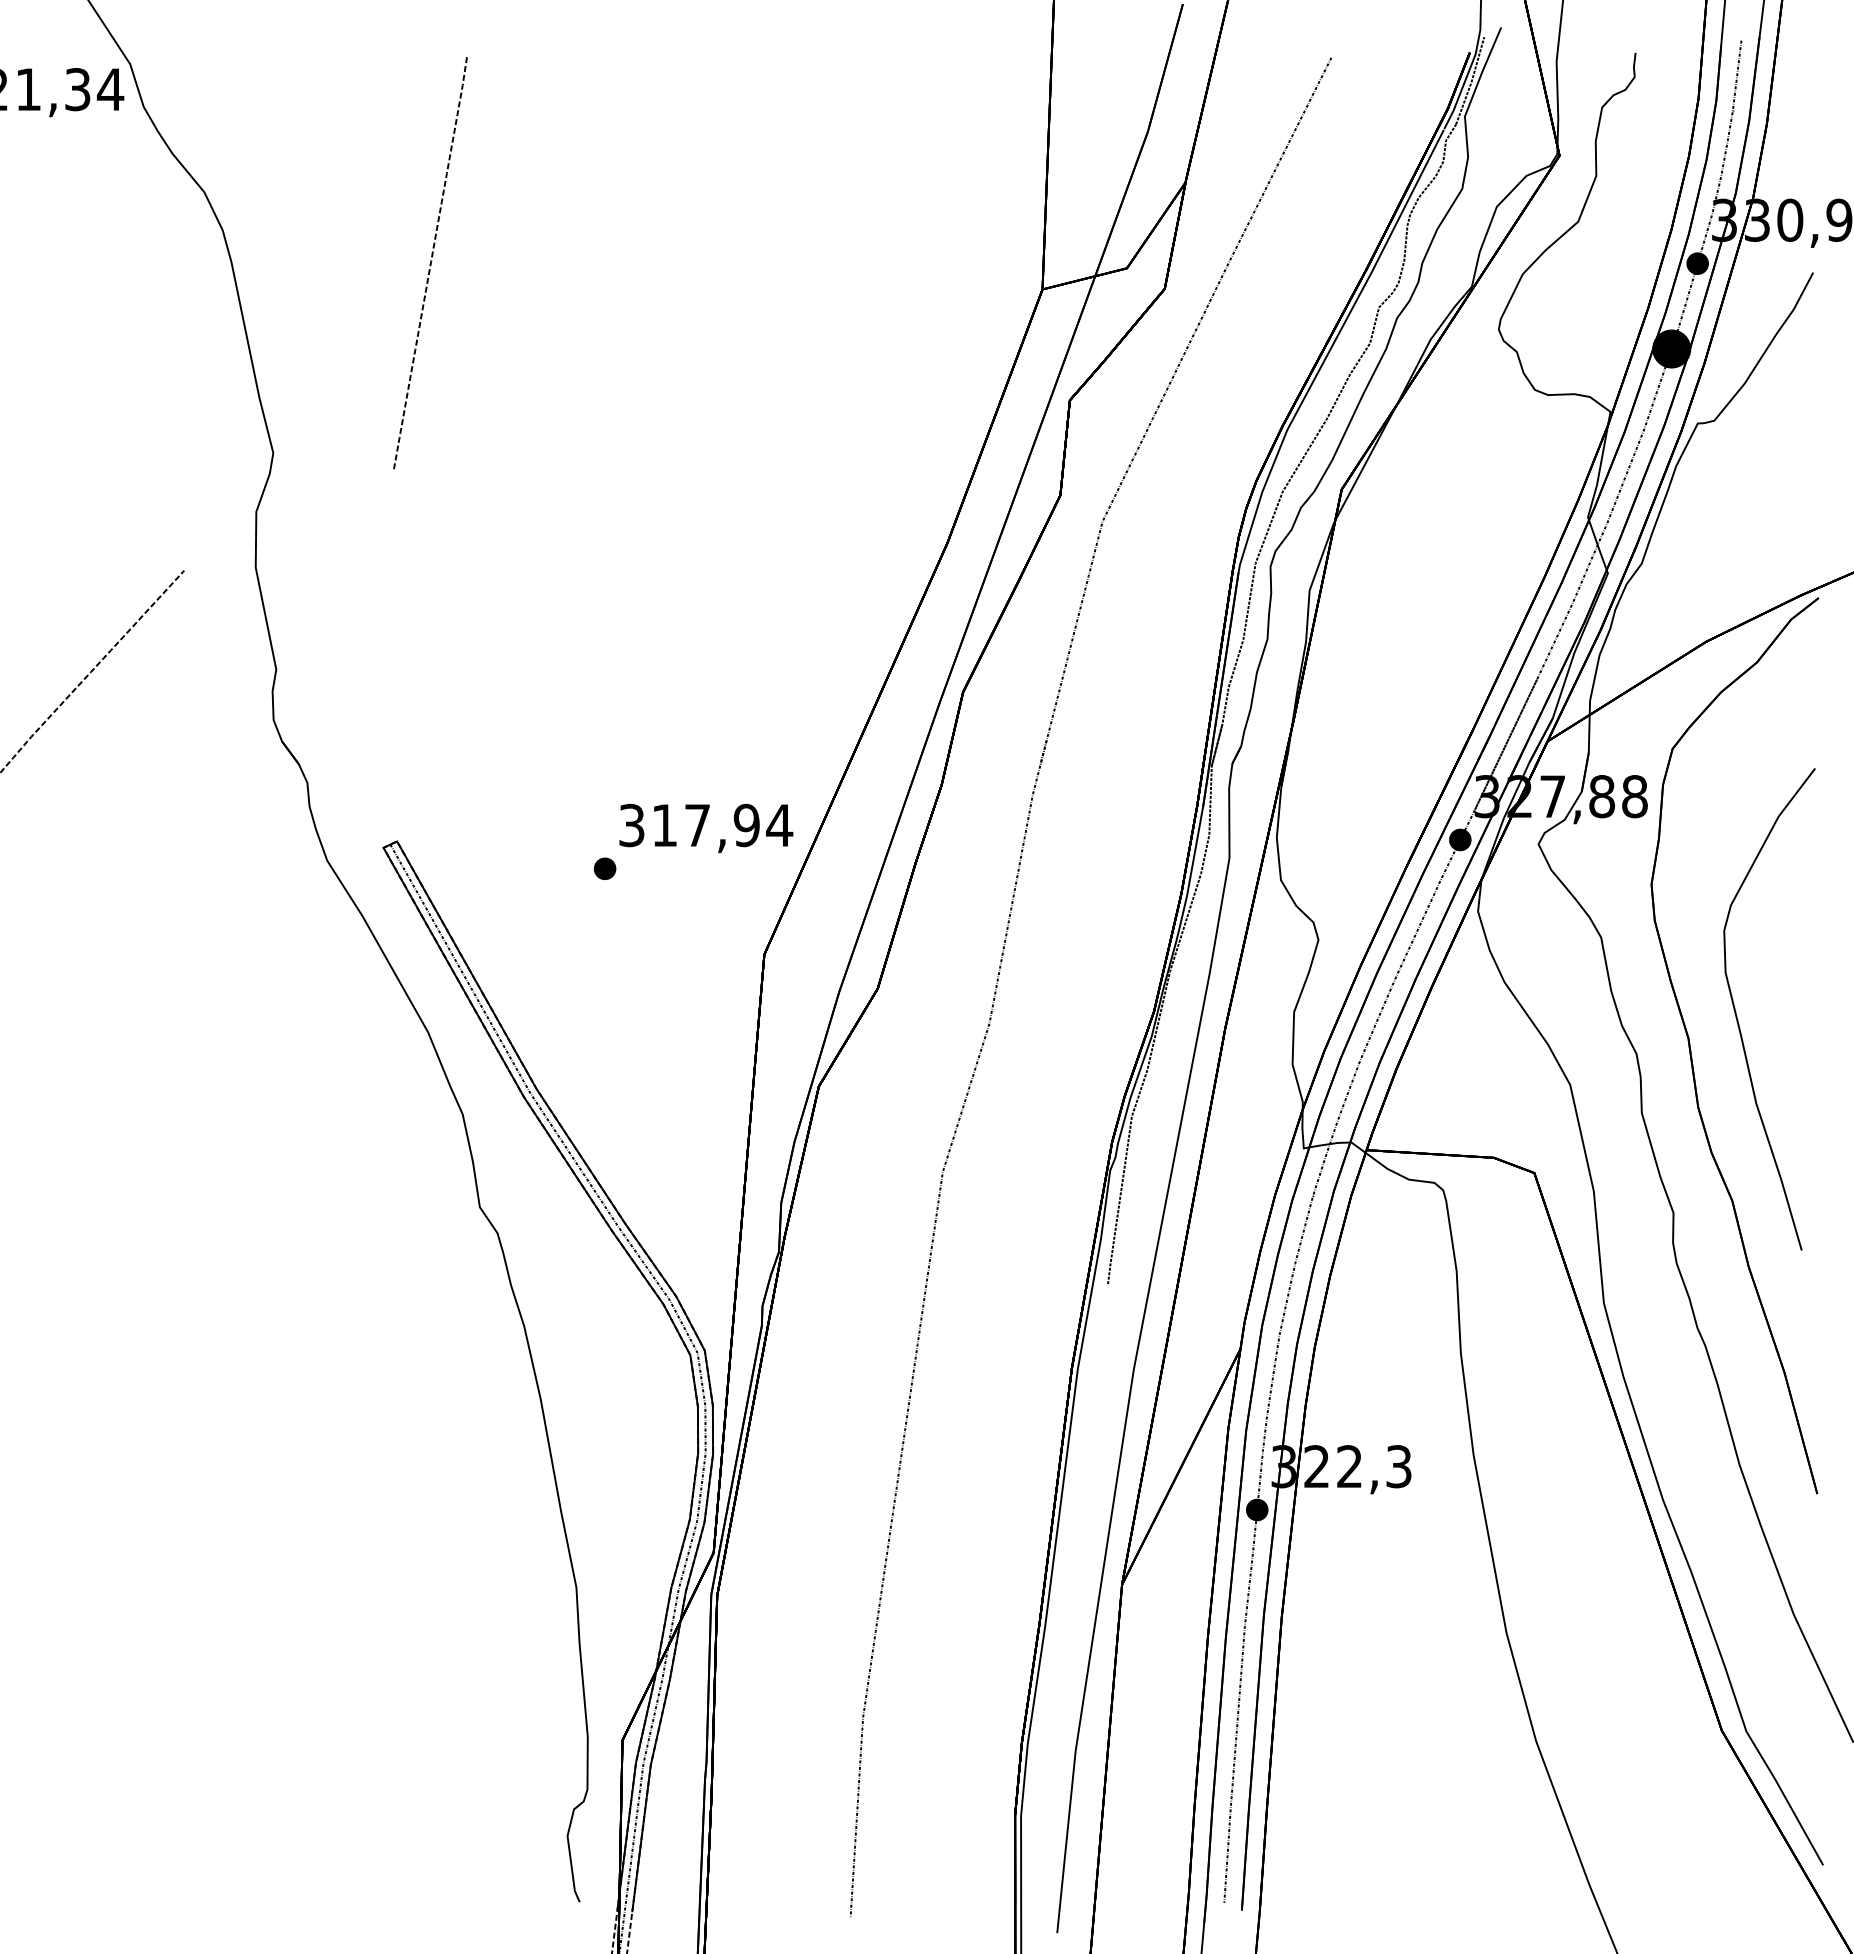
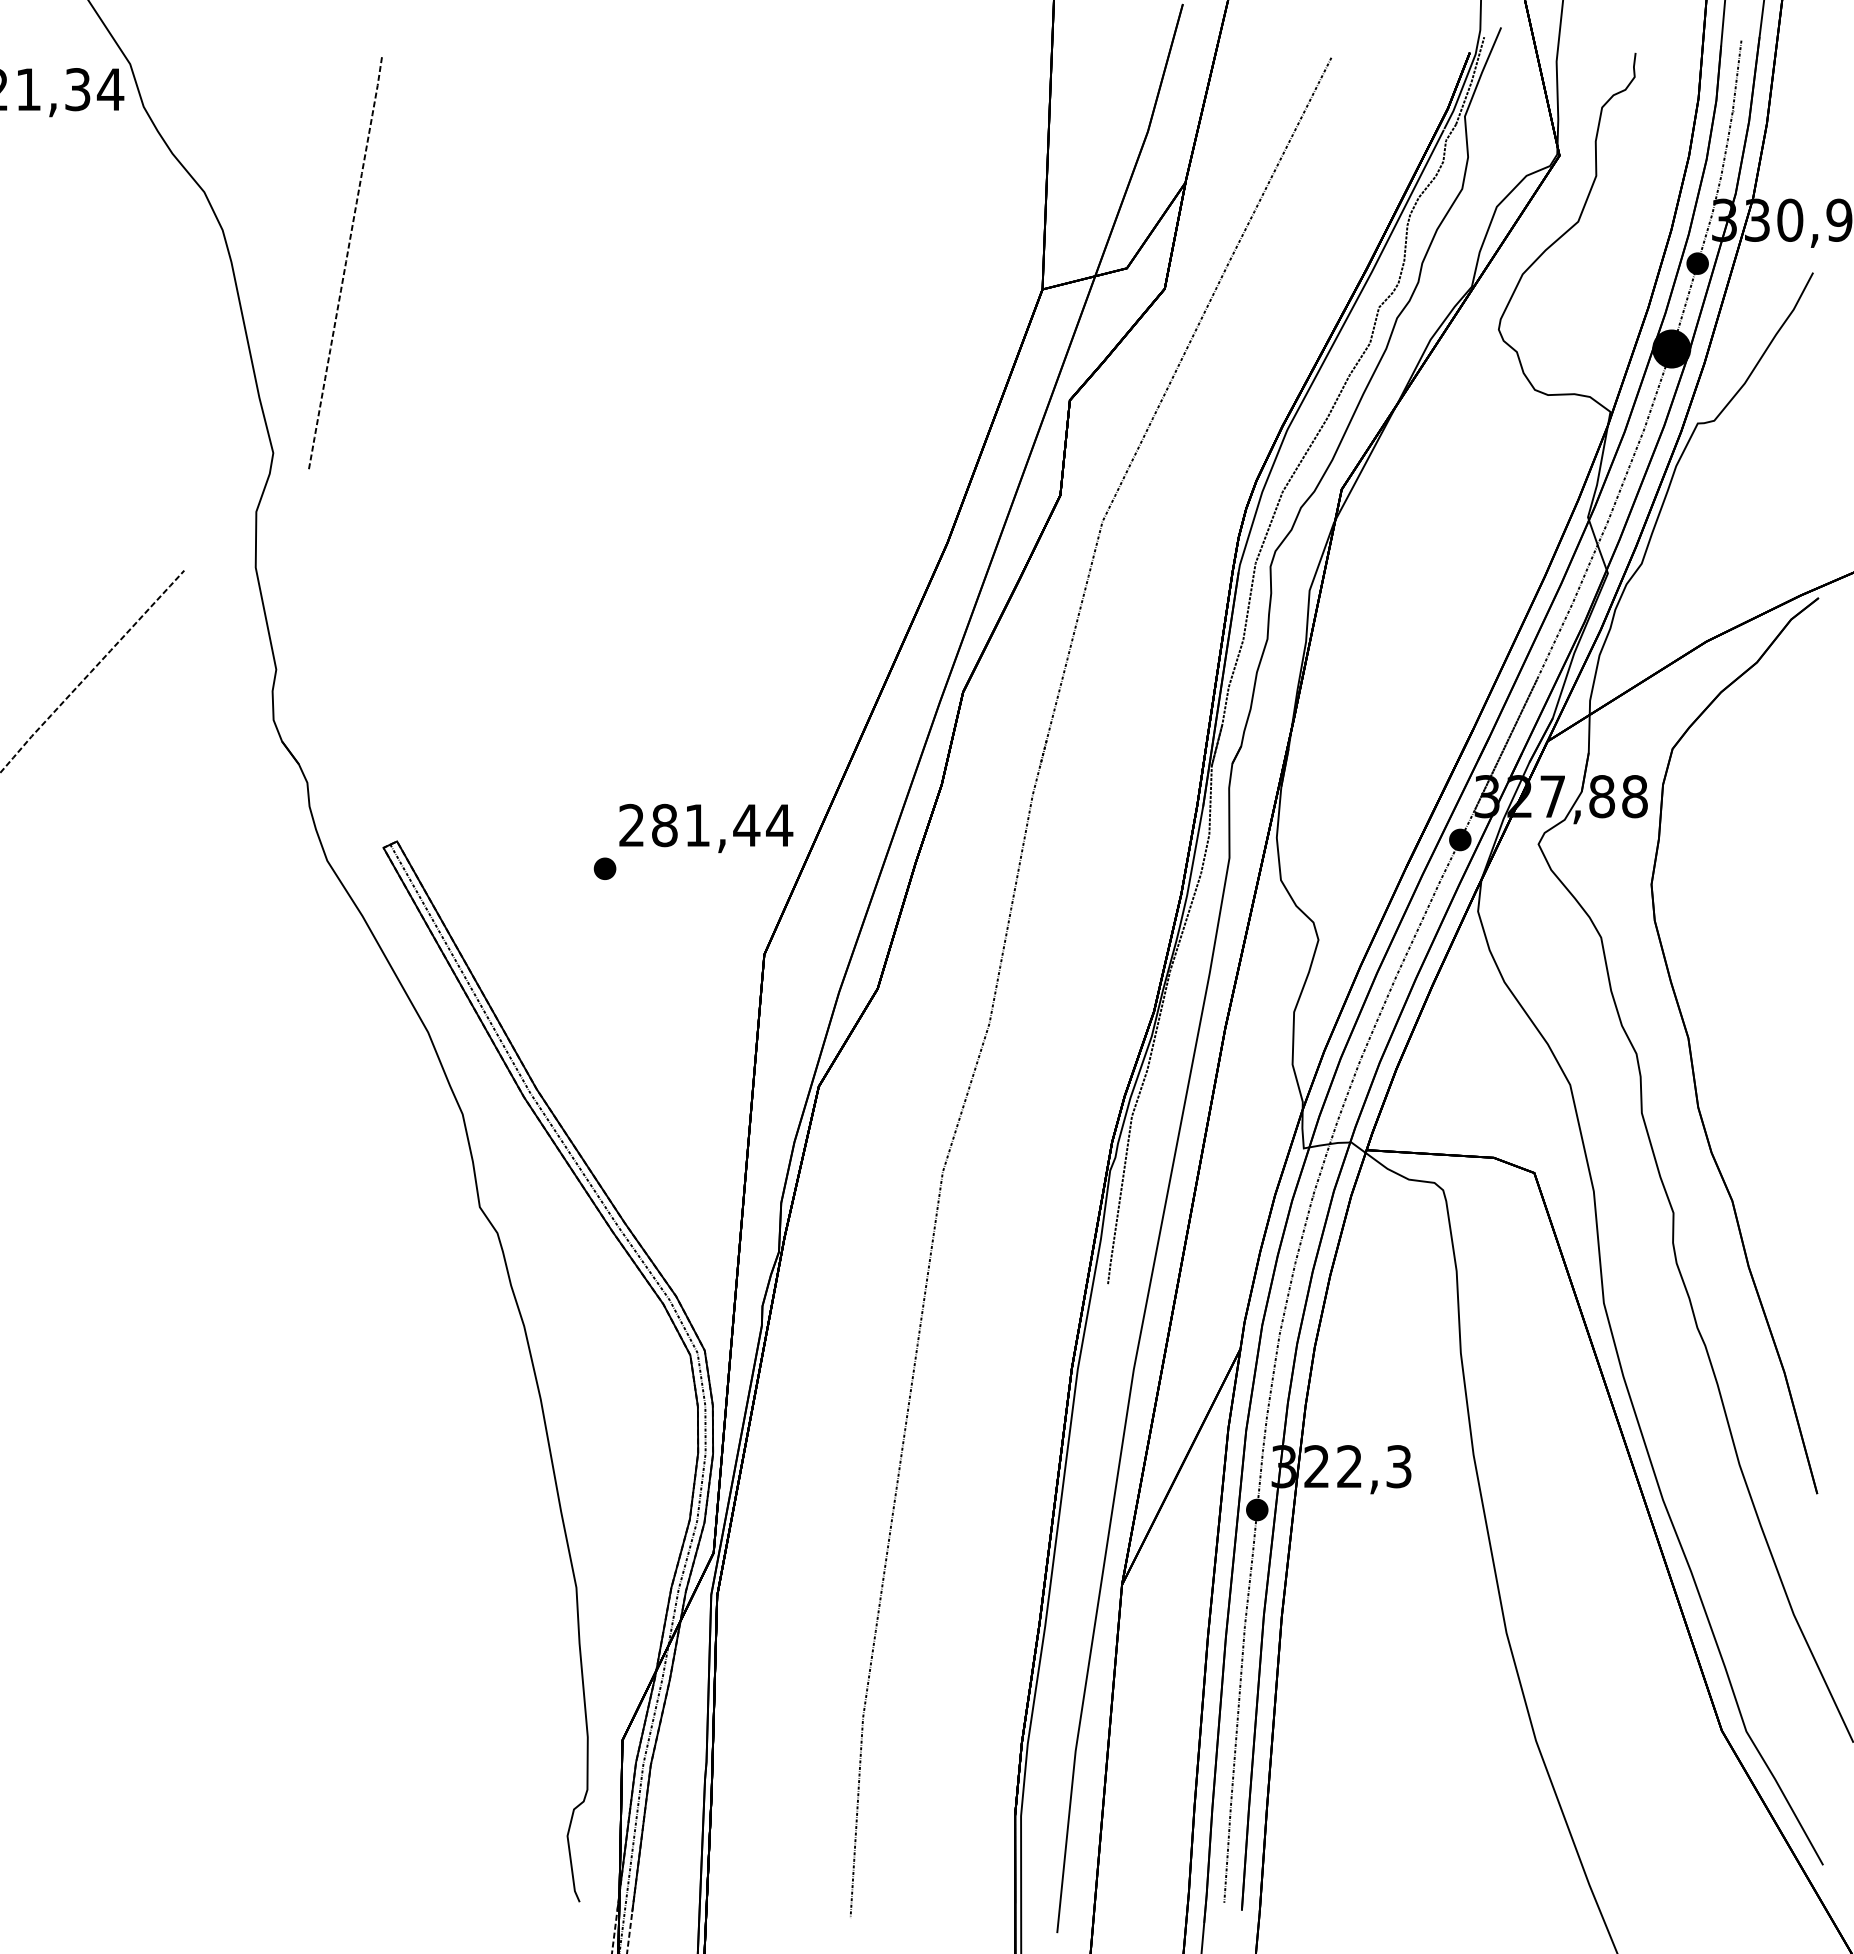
curve at (430, 263) position: (430, 263) -> (345, 263)
text at (689, 825): 317,94 -> 281,44
part at (1737, 1016): present -> none
